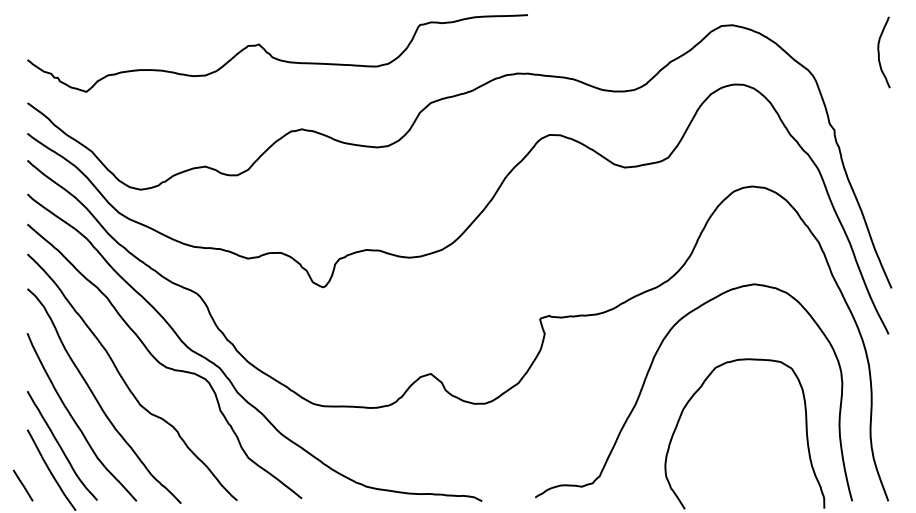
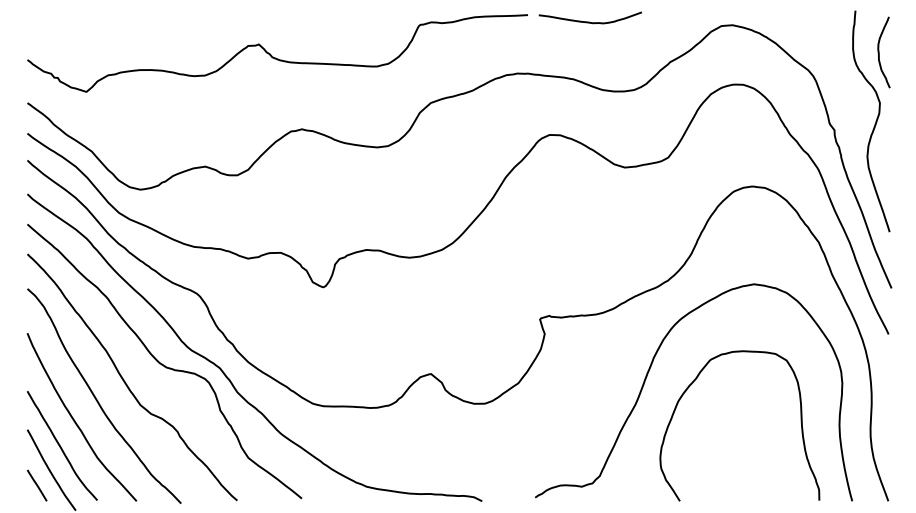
curve at (589, 21): none -> present
curve at (875, 121): none -> present
curve at (805, 430) position: (805, 430) -> (800, 422)
line at (22, 485) position: (22, 485) -> (36, 485)
